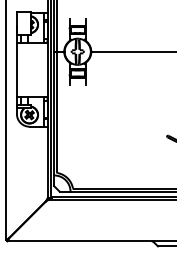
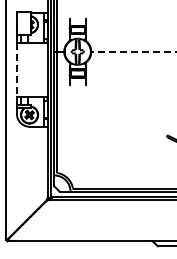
line at (134, 51): solid -> dashed
line at (16, 70): solid -> dashed
